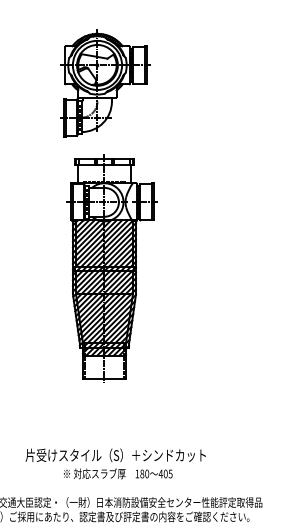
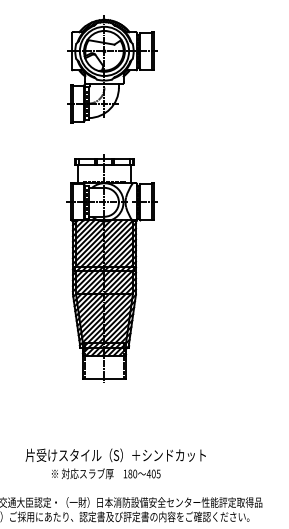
part at (105, 83) position: (105, 83) -> (112, 69)
text at (118, 473) position: (118, 473) -> (106, 473)
